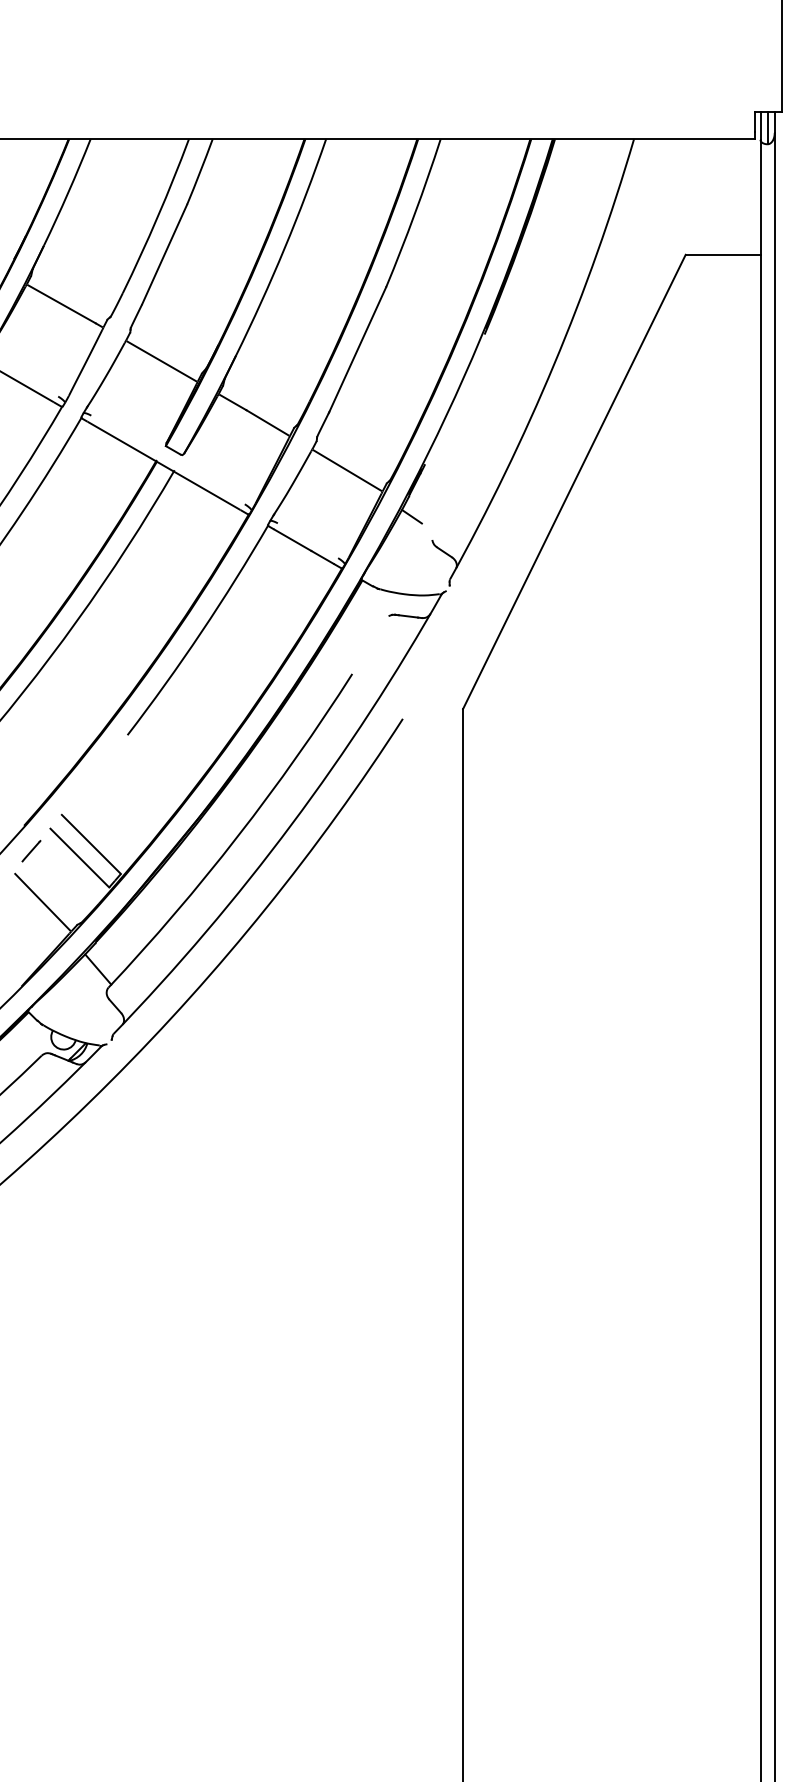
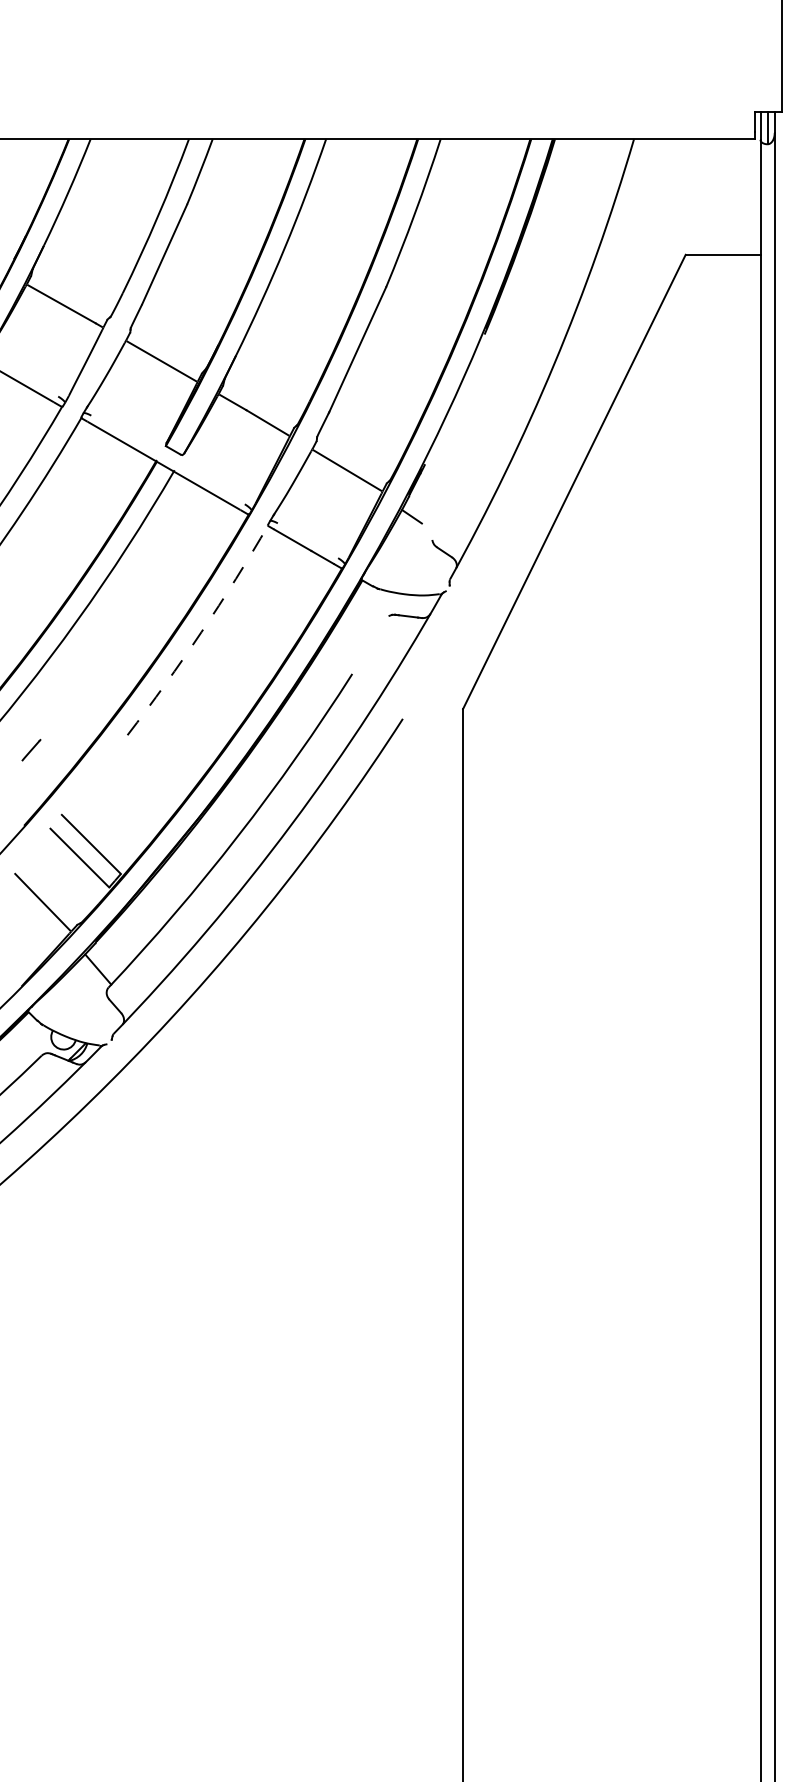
arc at (201, 632): solid -> dashed
line at (31, 851) position: (31, 851) -> (31, 750)
